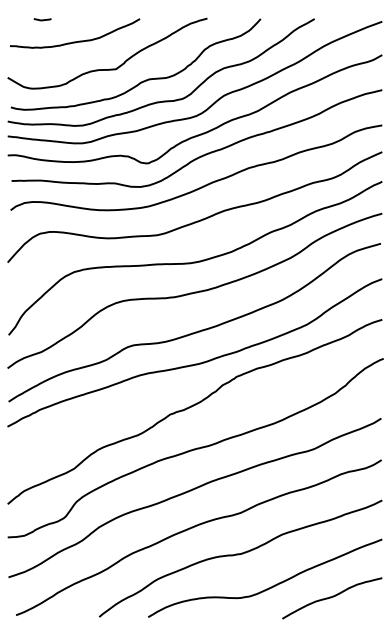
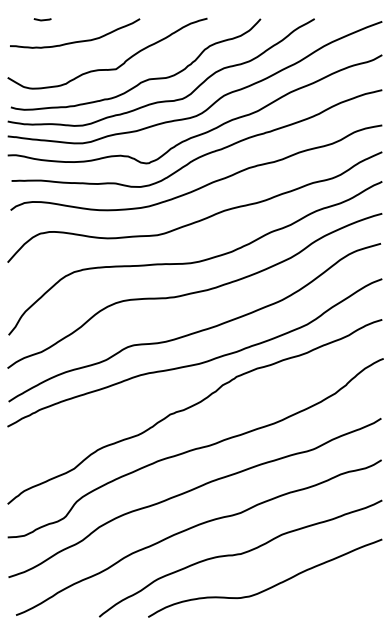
curve at (332, 597): present -> none
